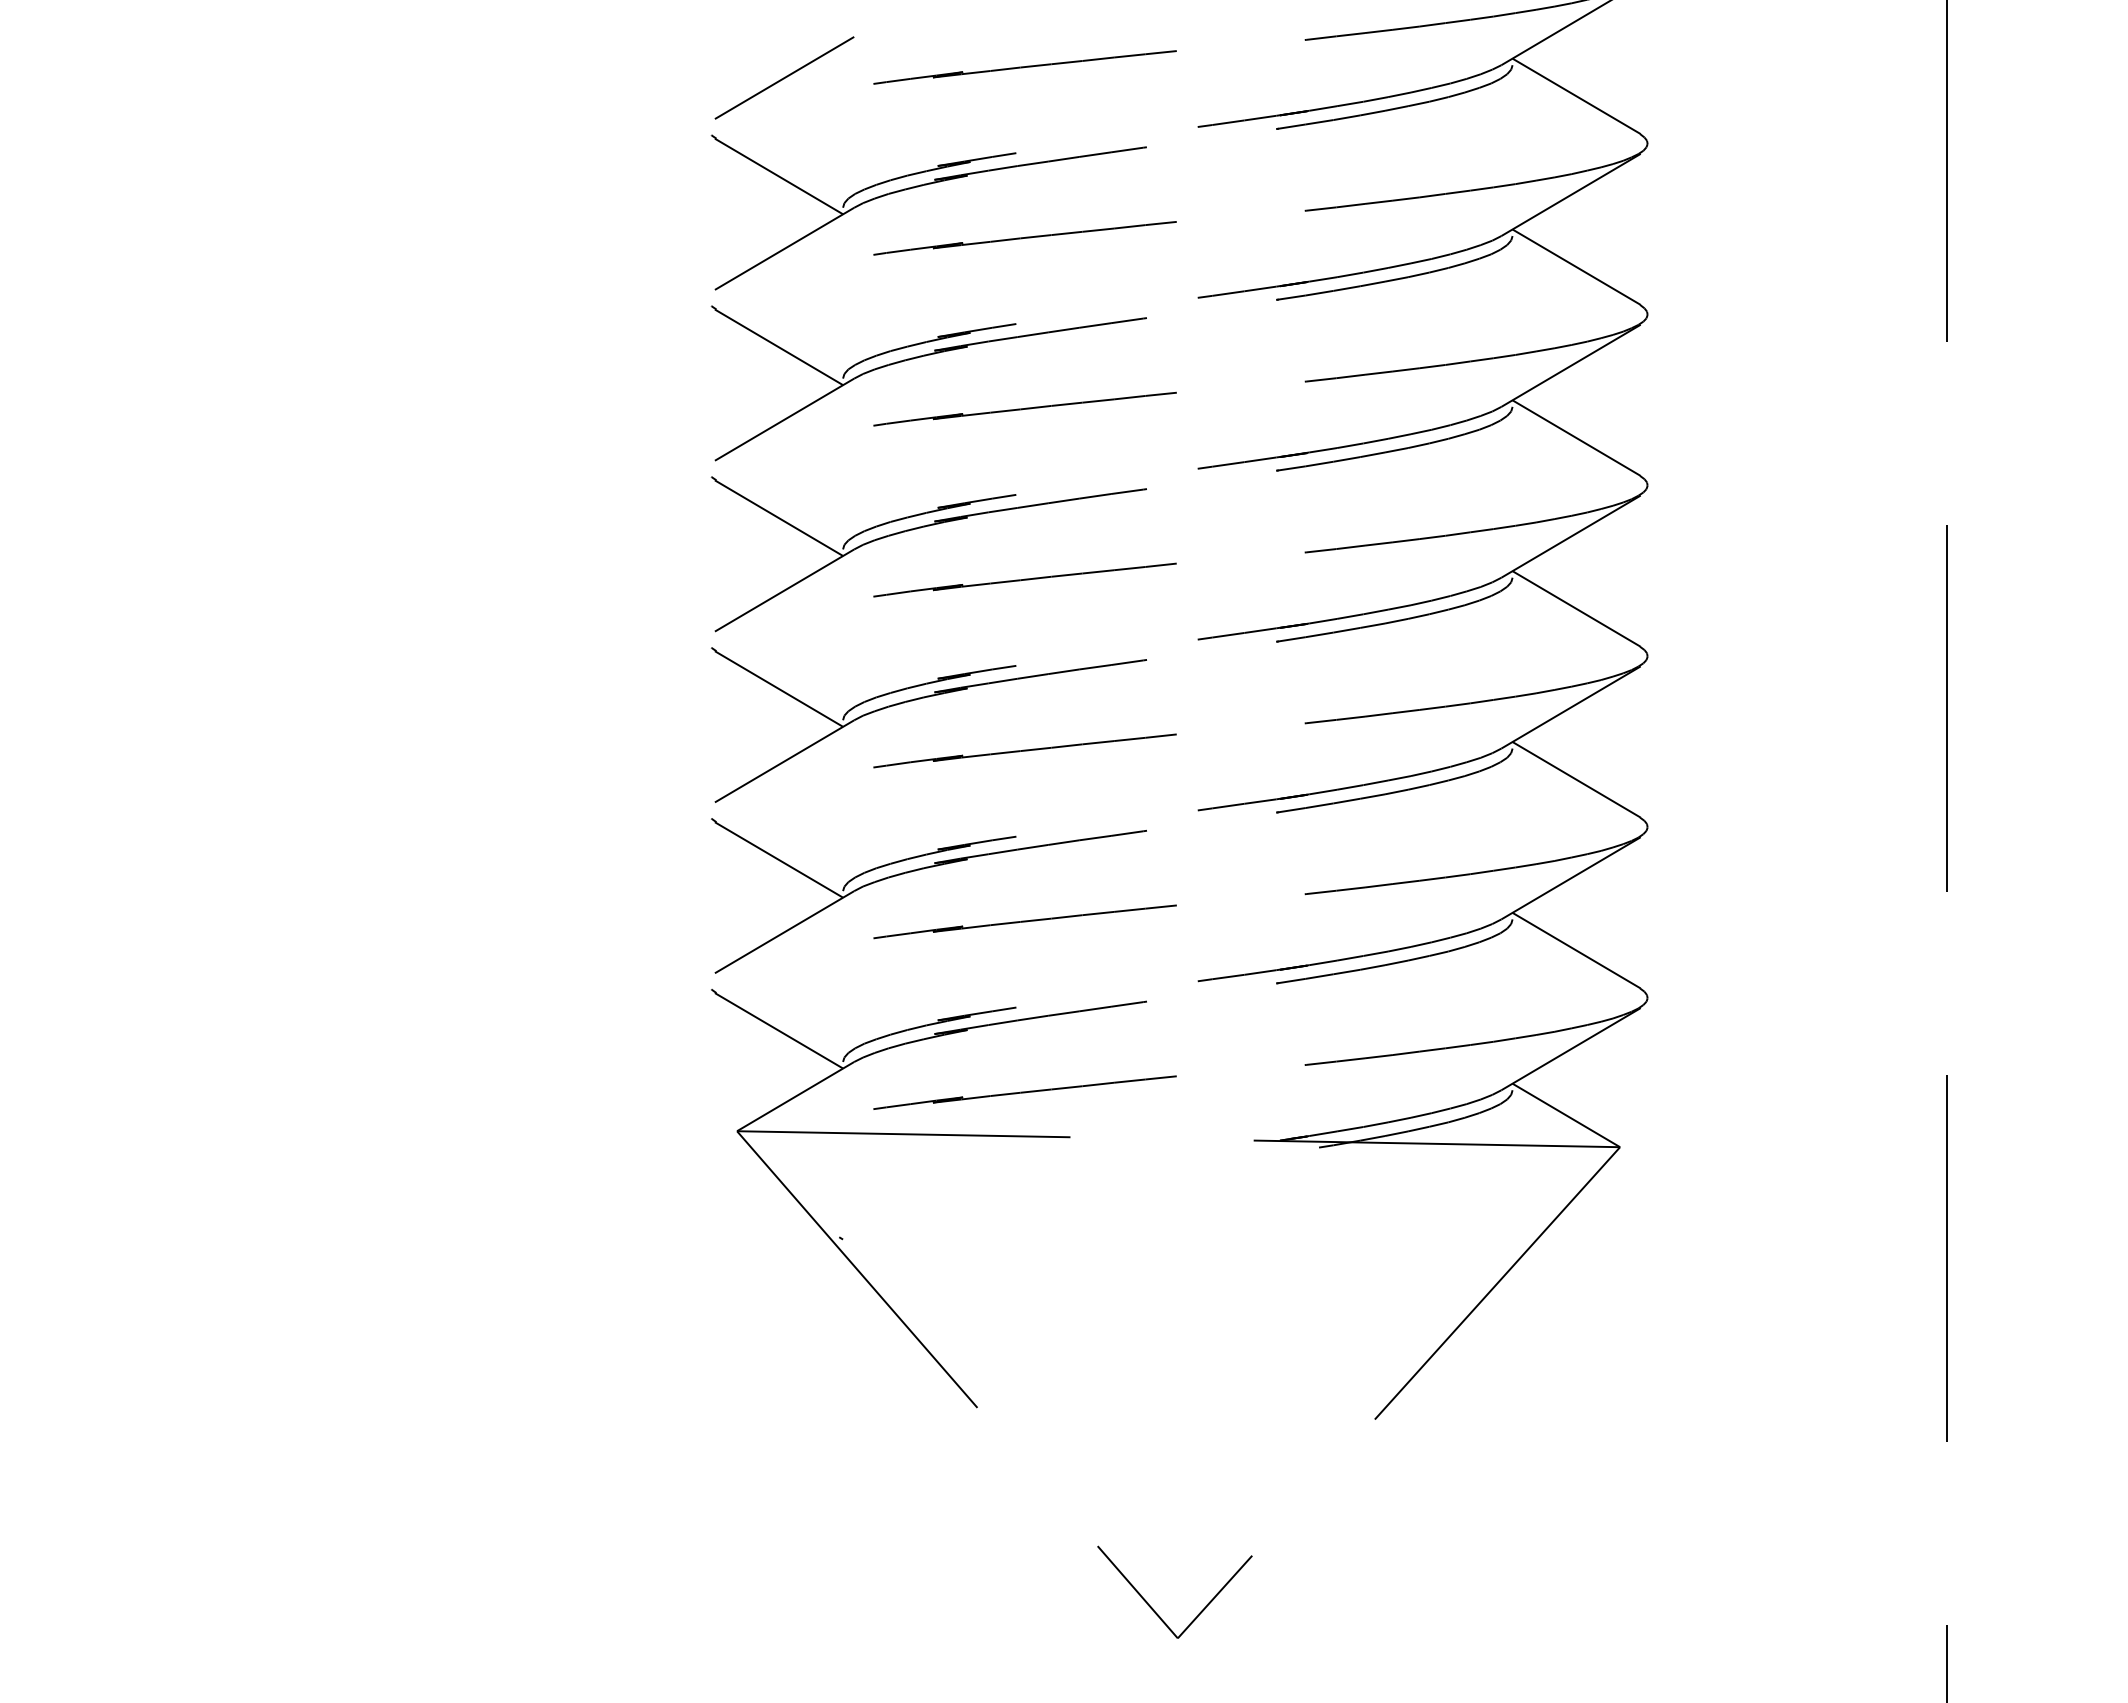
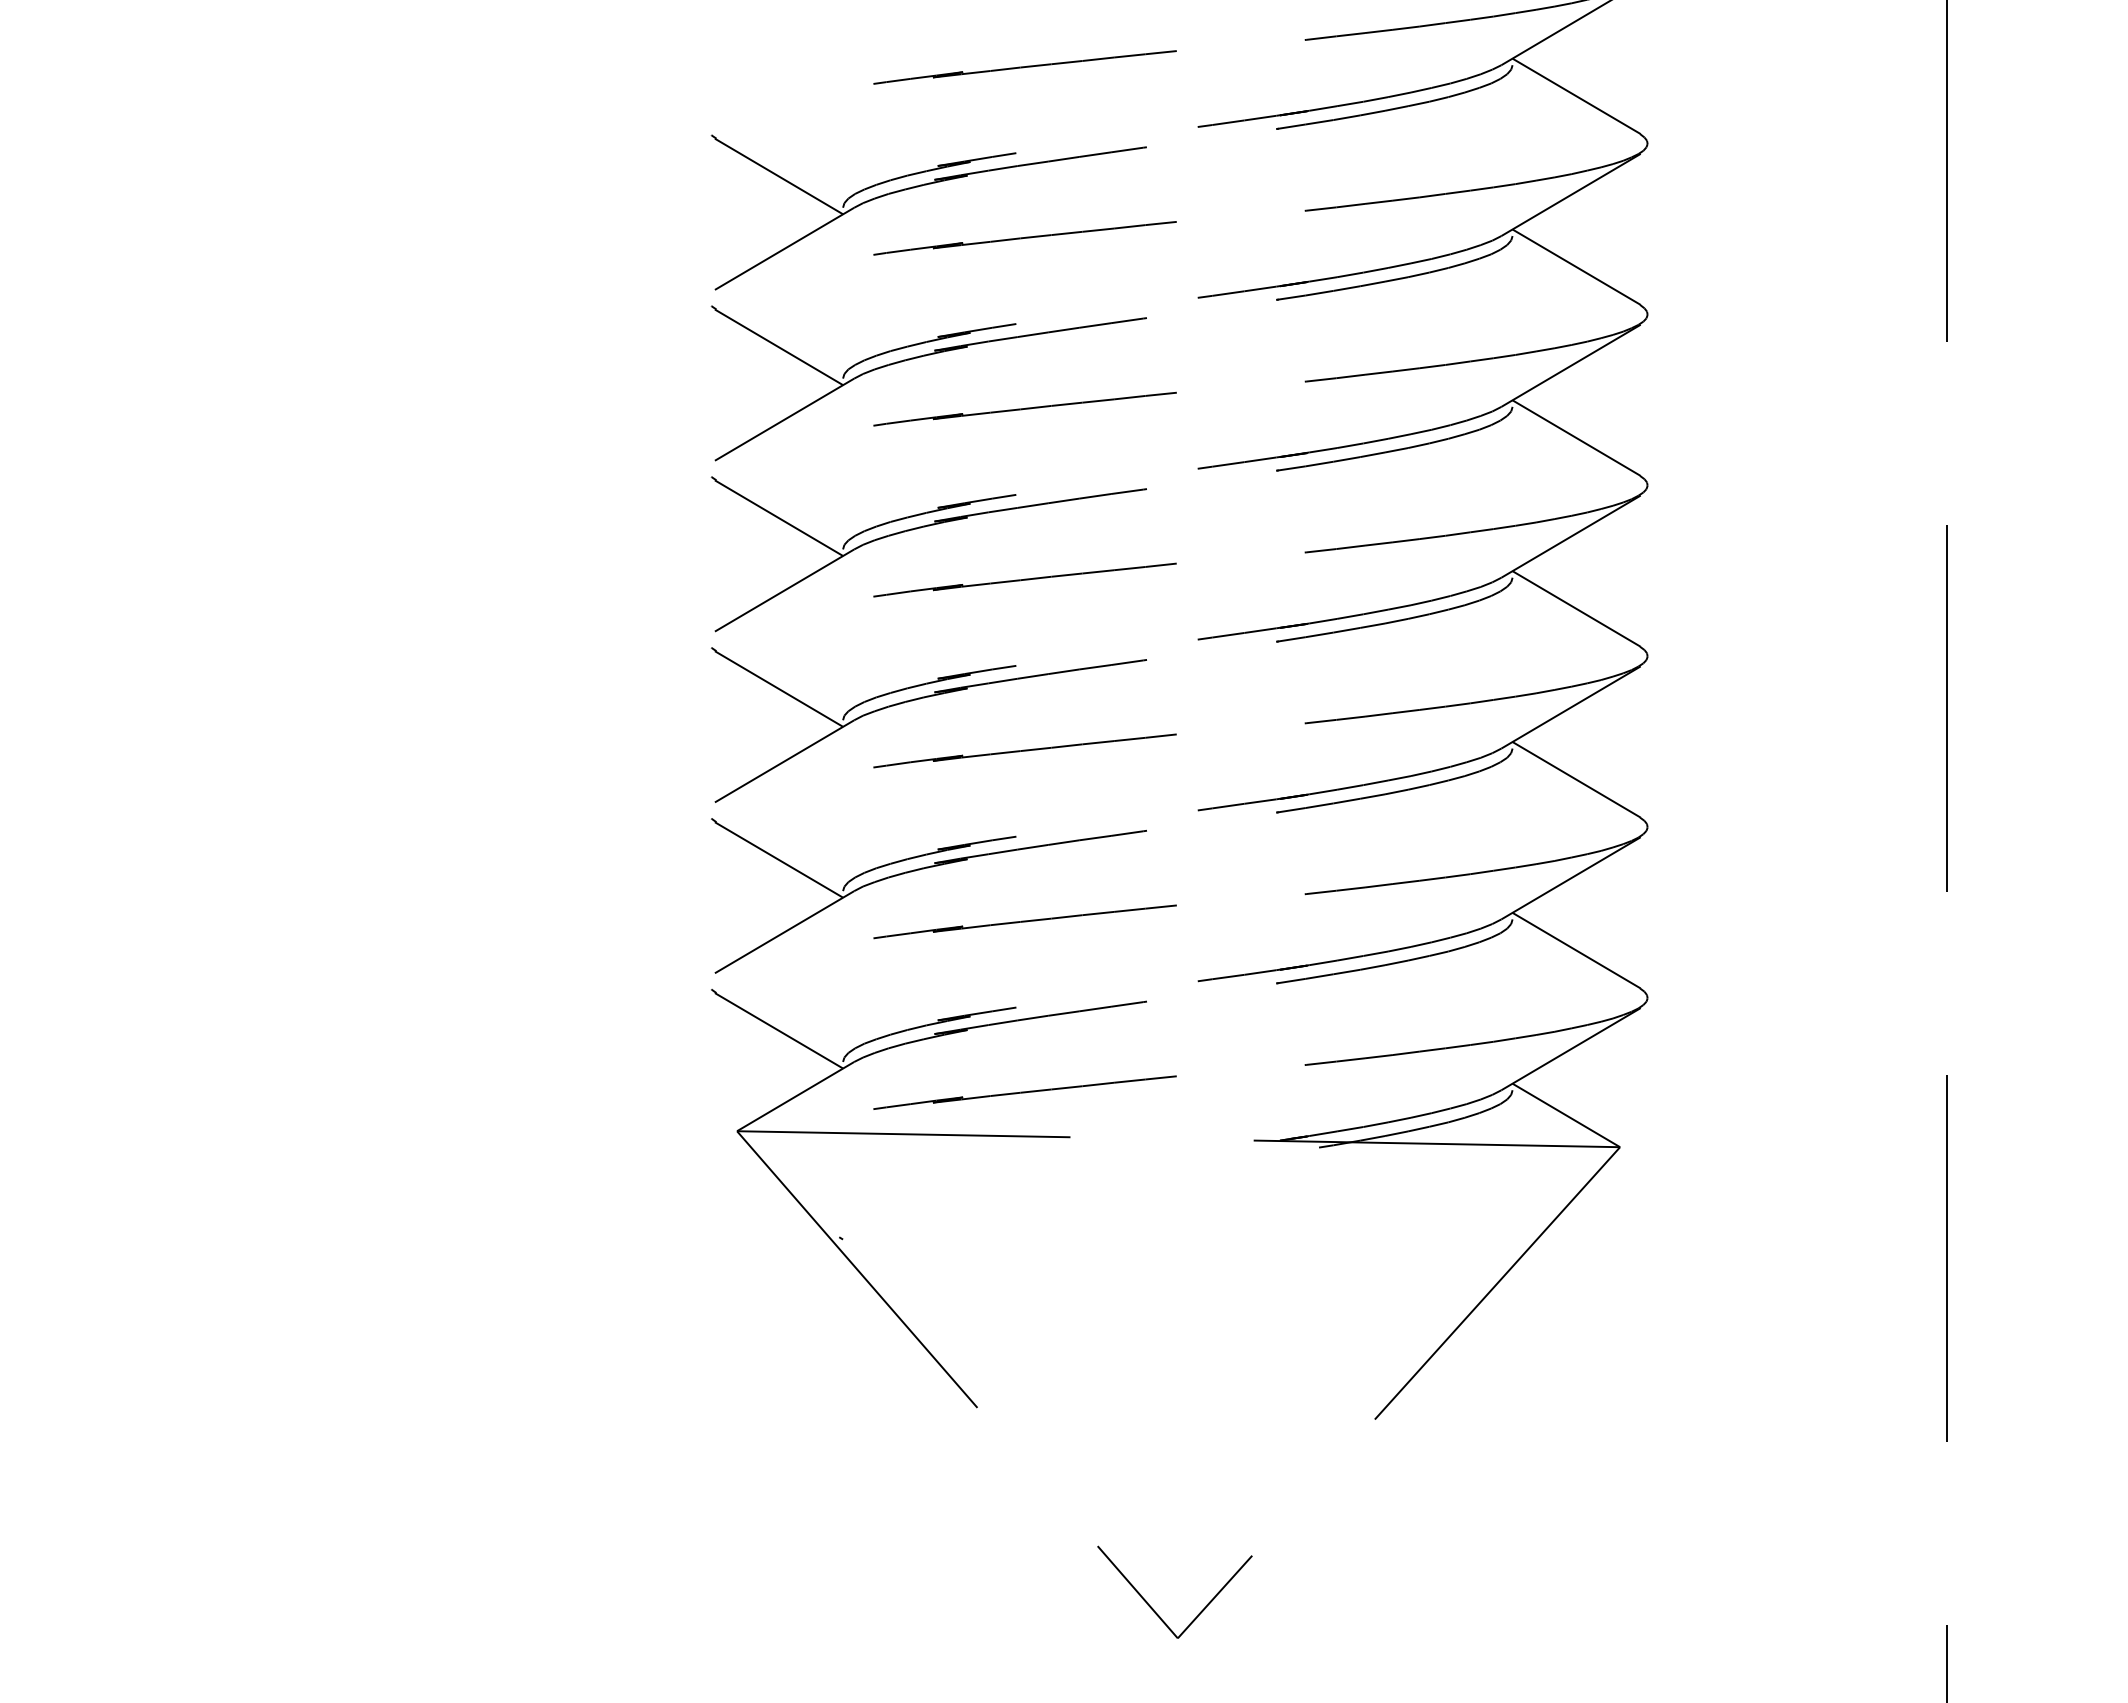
line at (784, 77): present -> none
